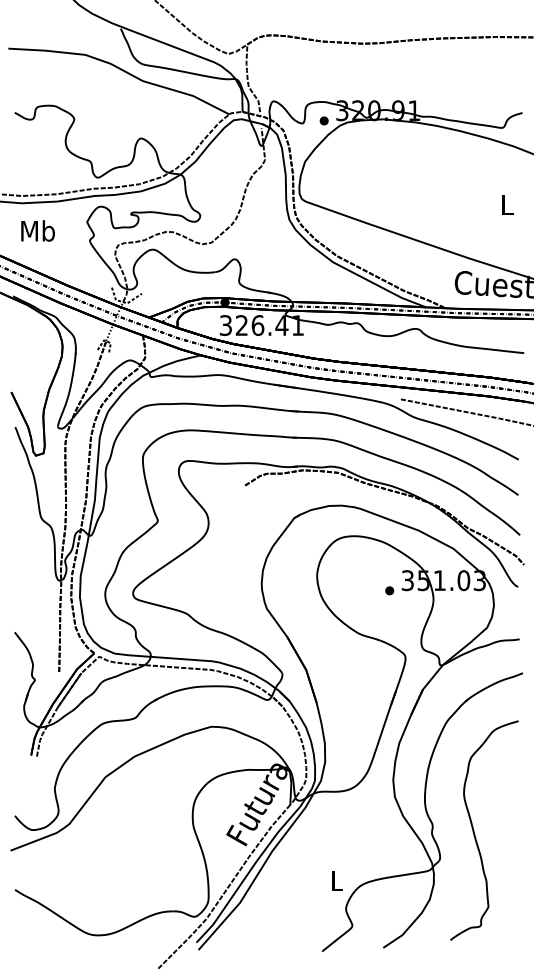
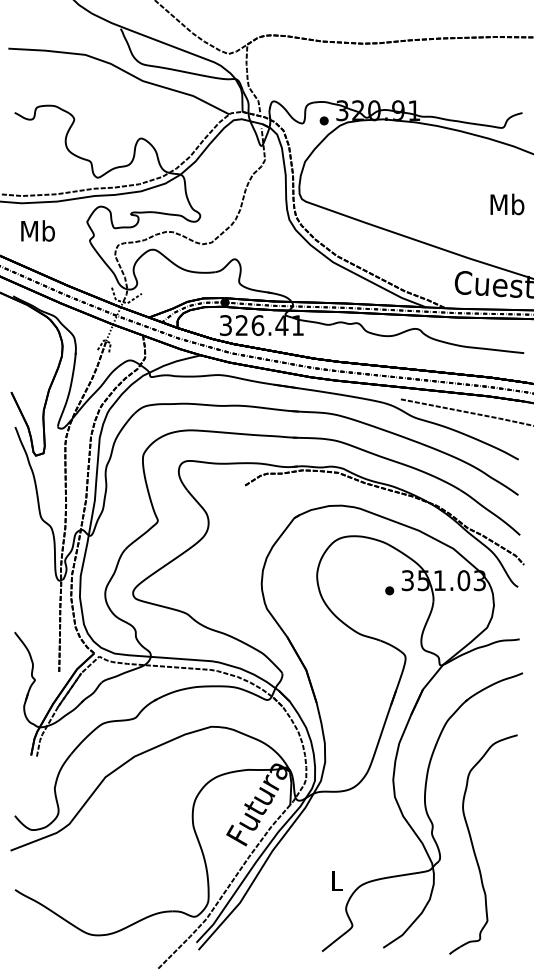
text at (507, 204): L -> Mb
part at (475, 834) position: (475, 834) -> (474, 848)
